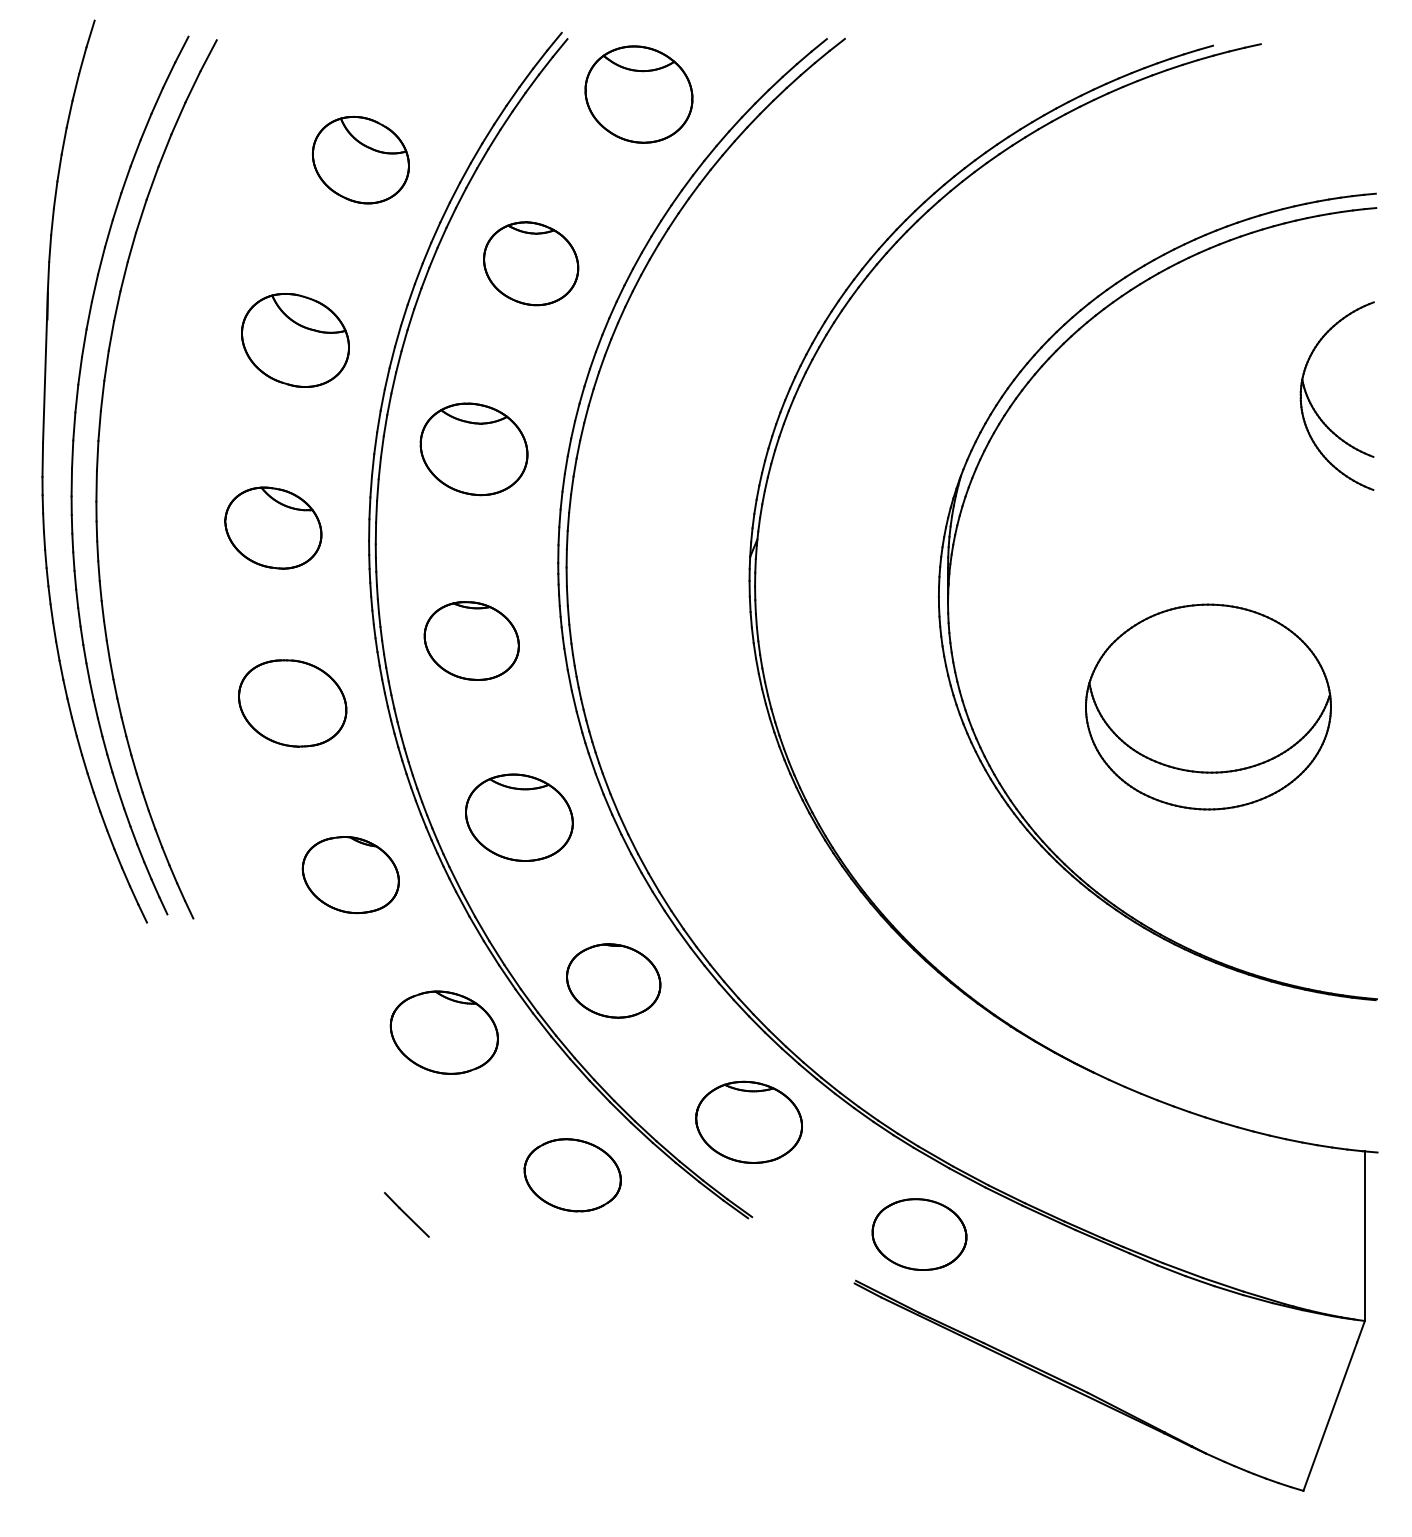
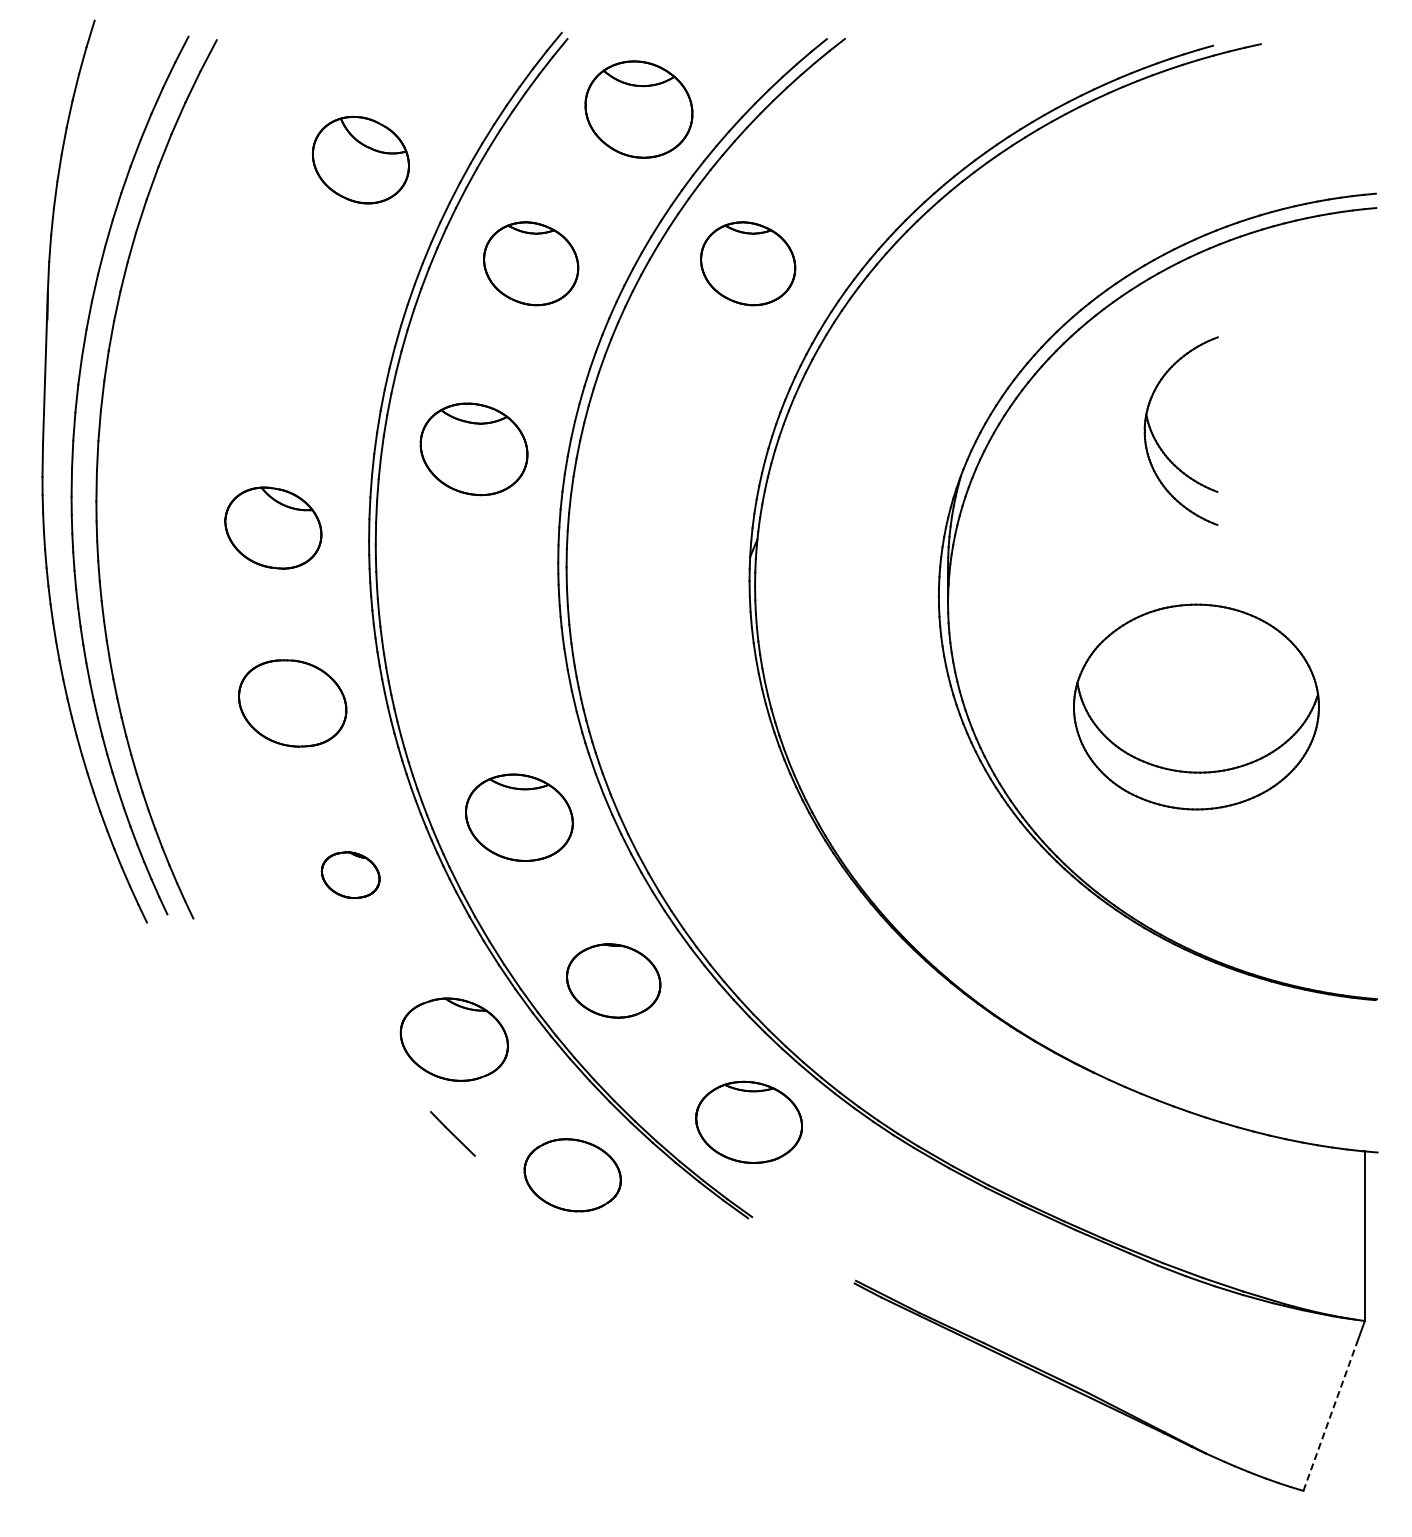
part at (638, 94) position: (638, 94) -> (638, 109)
part at (748, 263): none -> present
part at (295, 340): present -> none
part at (1313, 406) position: (1313, 406) -> (1157, 441)
part at (471, 640): present -> none
part at (1208, 706) position: (1208, 706) -> (1196, 706)
part at (350, 875) size: 99x79 px -> 61x48 px
part at (443, 1032) position: (443, 1032) -> (453, 1039)
line at (406, 1214) position: (406, 1214) -> (452, 1133)
part at (919, 1234): present -> none
line at (1330, 1416): solid -> dashed
